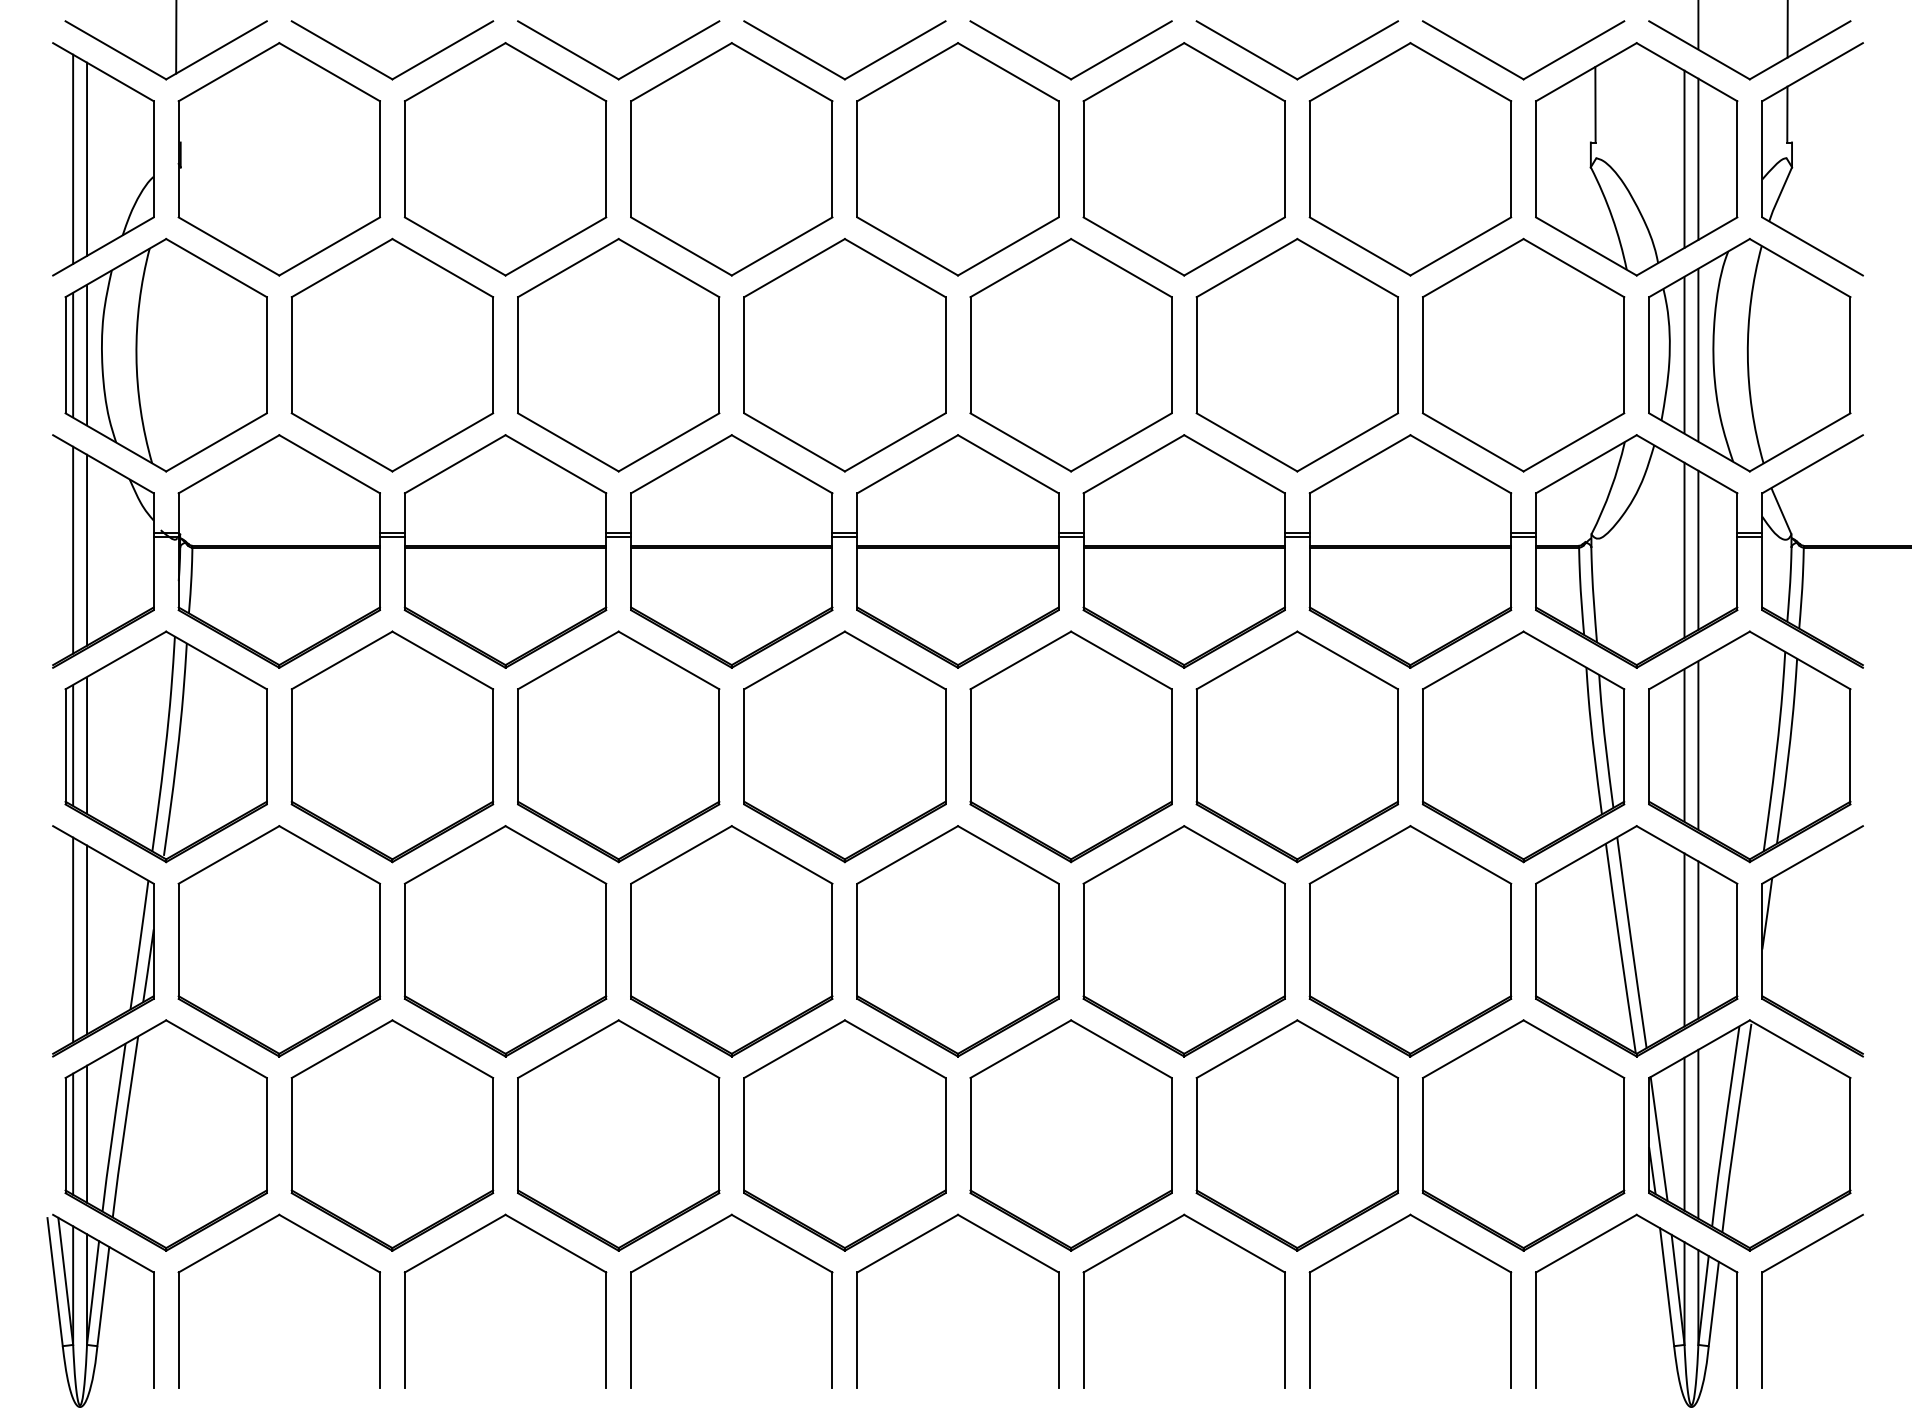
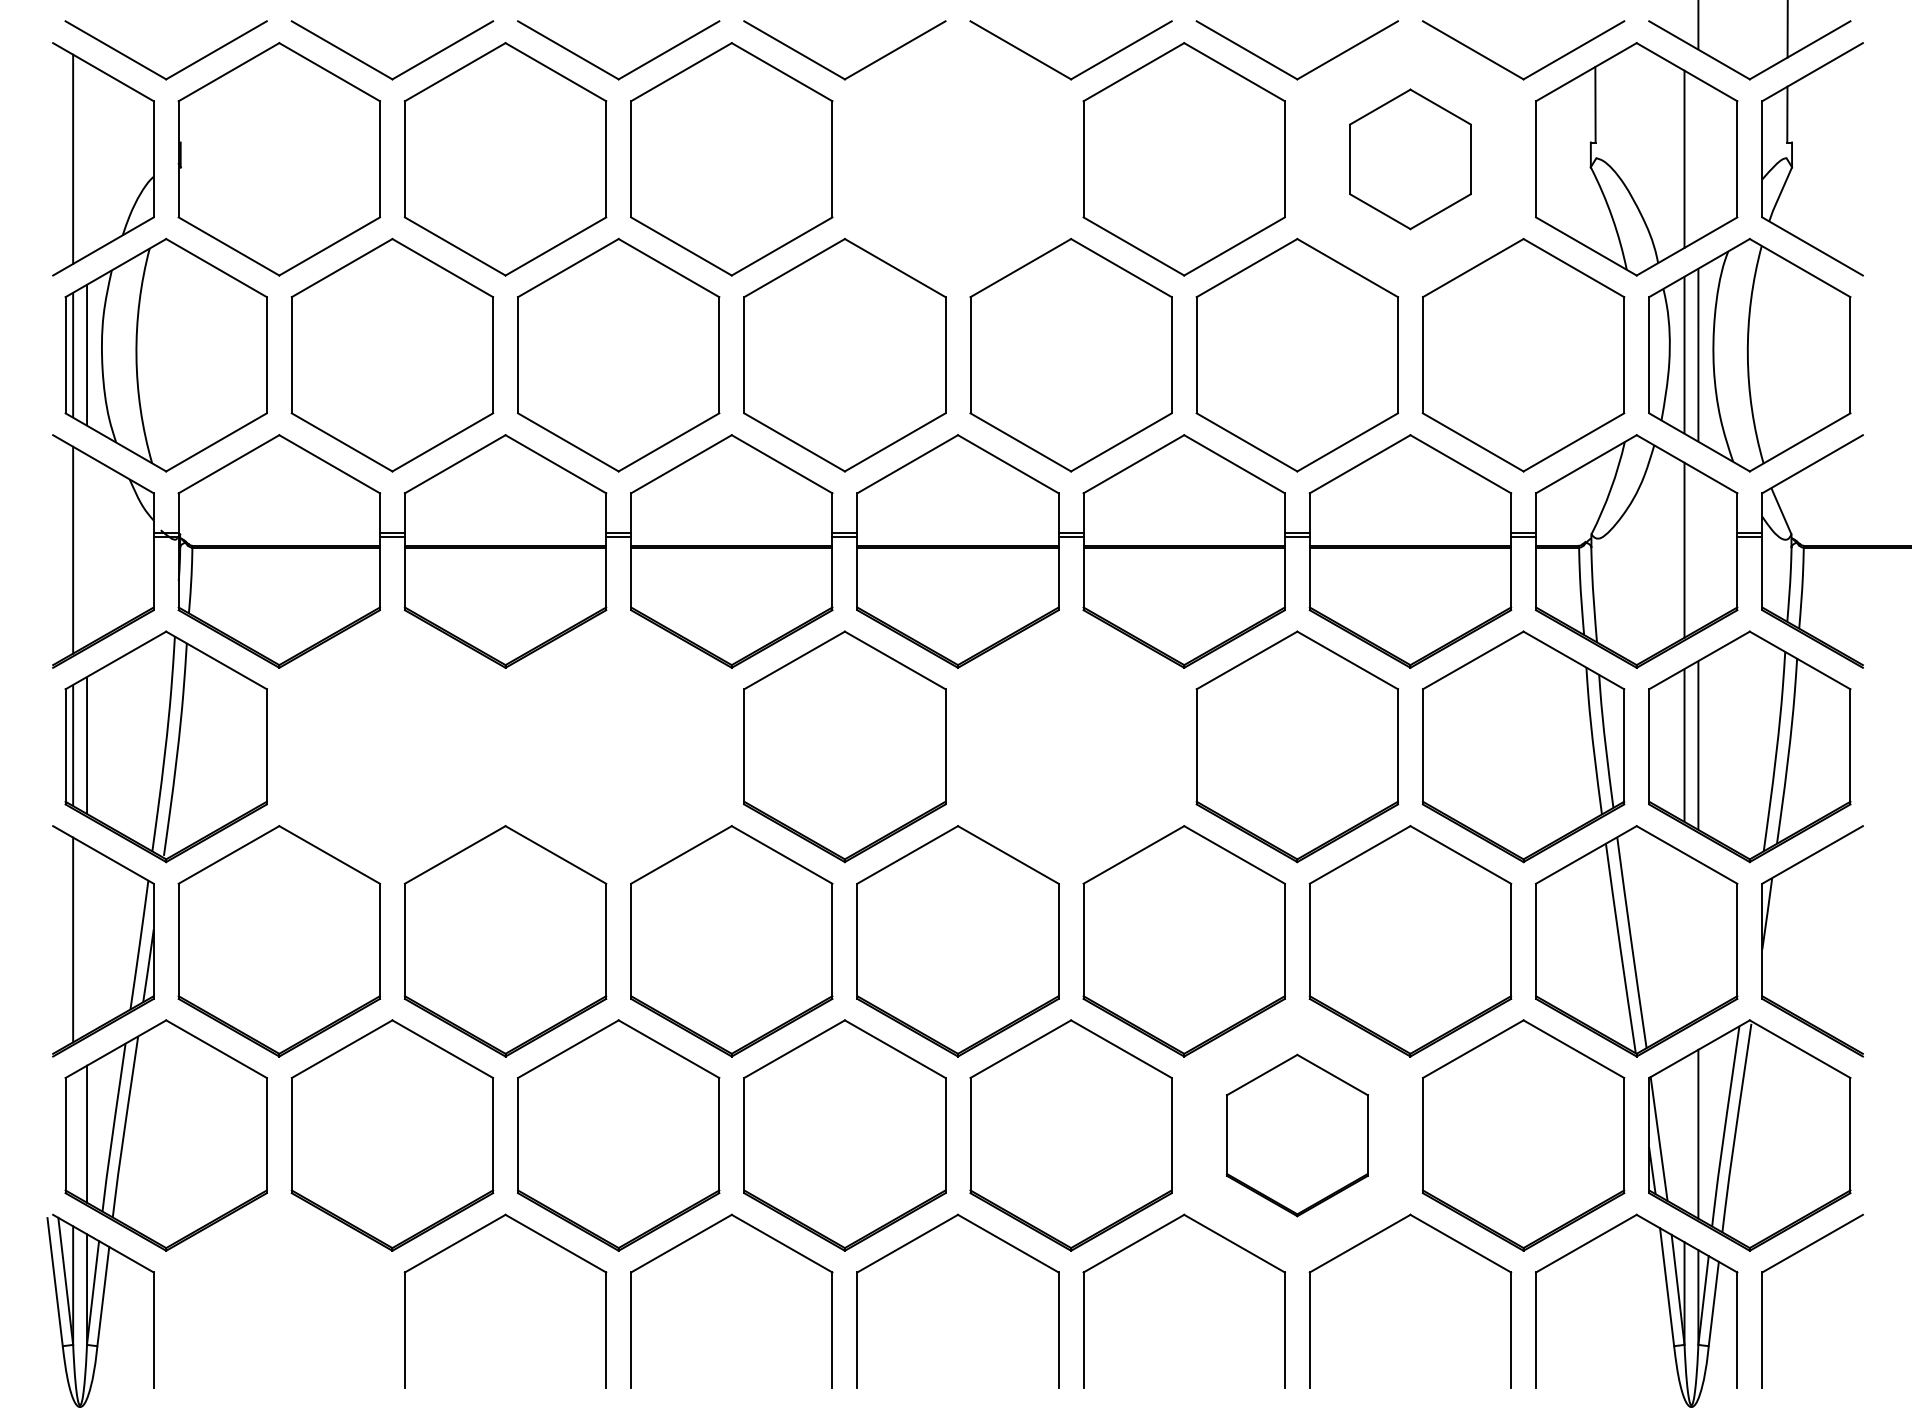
line at (176, 37): present -> none
line at (87, 158): present -> none
line at (1698, 158): present -> none
part at (957, 159): present -> none
part at (1410, 159) size: 205x235 px -> 123x143 px
line at (87, 549): present -> none
line at (1698, 549): present -> none
part at (392, 746): present -> none
part at (618, 746): present -> none
part at (1070, 746): present -> none
line at (87, 939): present -> none
line at (1684, 939): present -> none
line at (1698, 939): present -> none
line at (73, 1133): present -> none
line at (1684, 1133): present -> none
part at (1297, 1135) size: 205x233 px -> 143x165 px
part at (240, 1238): present -> none
